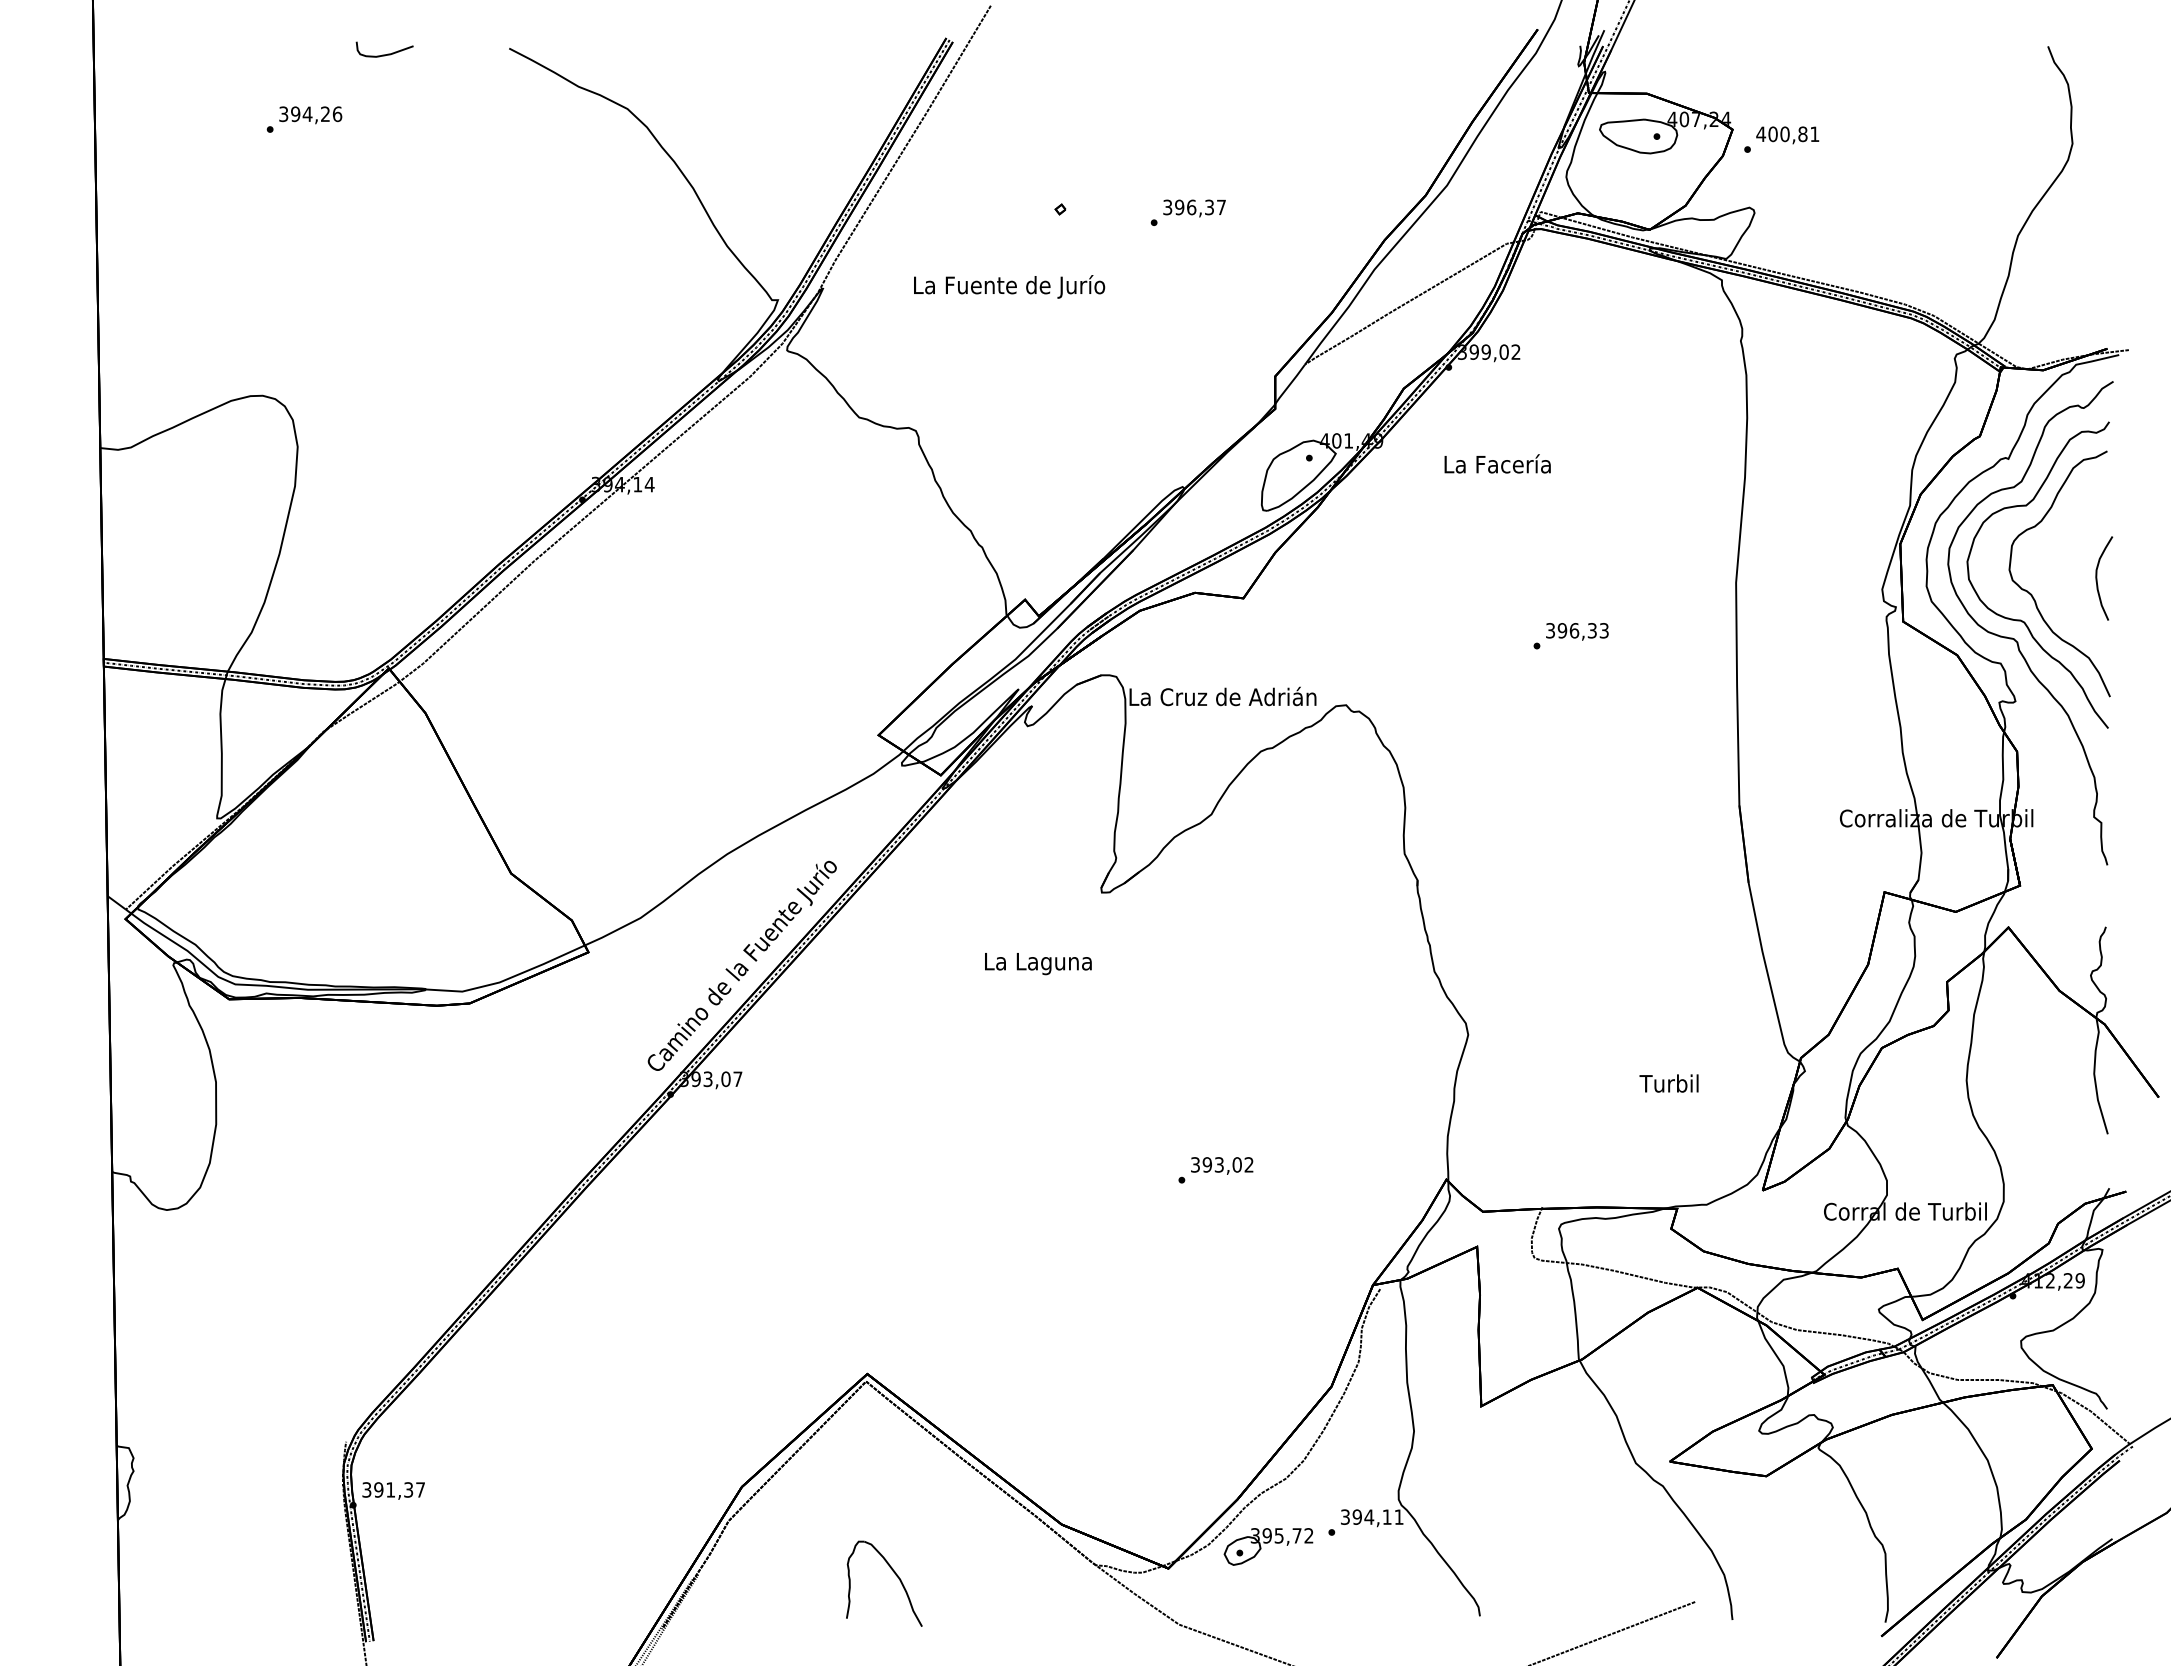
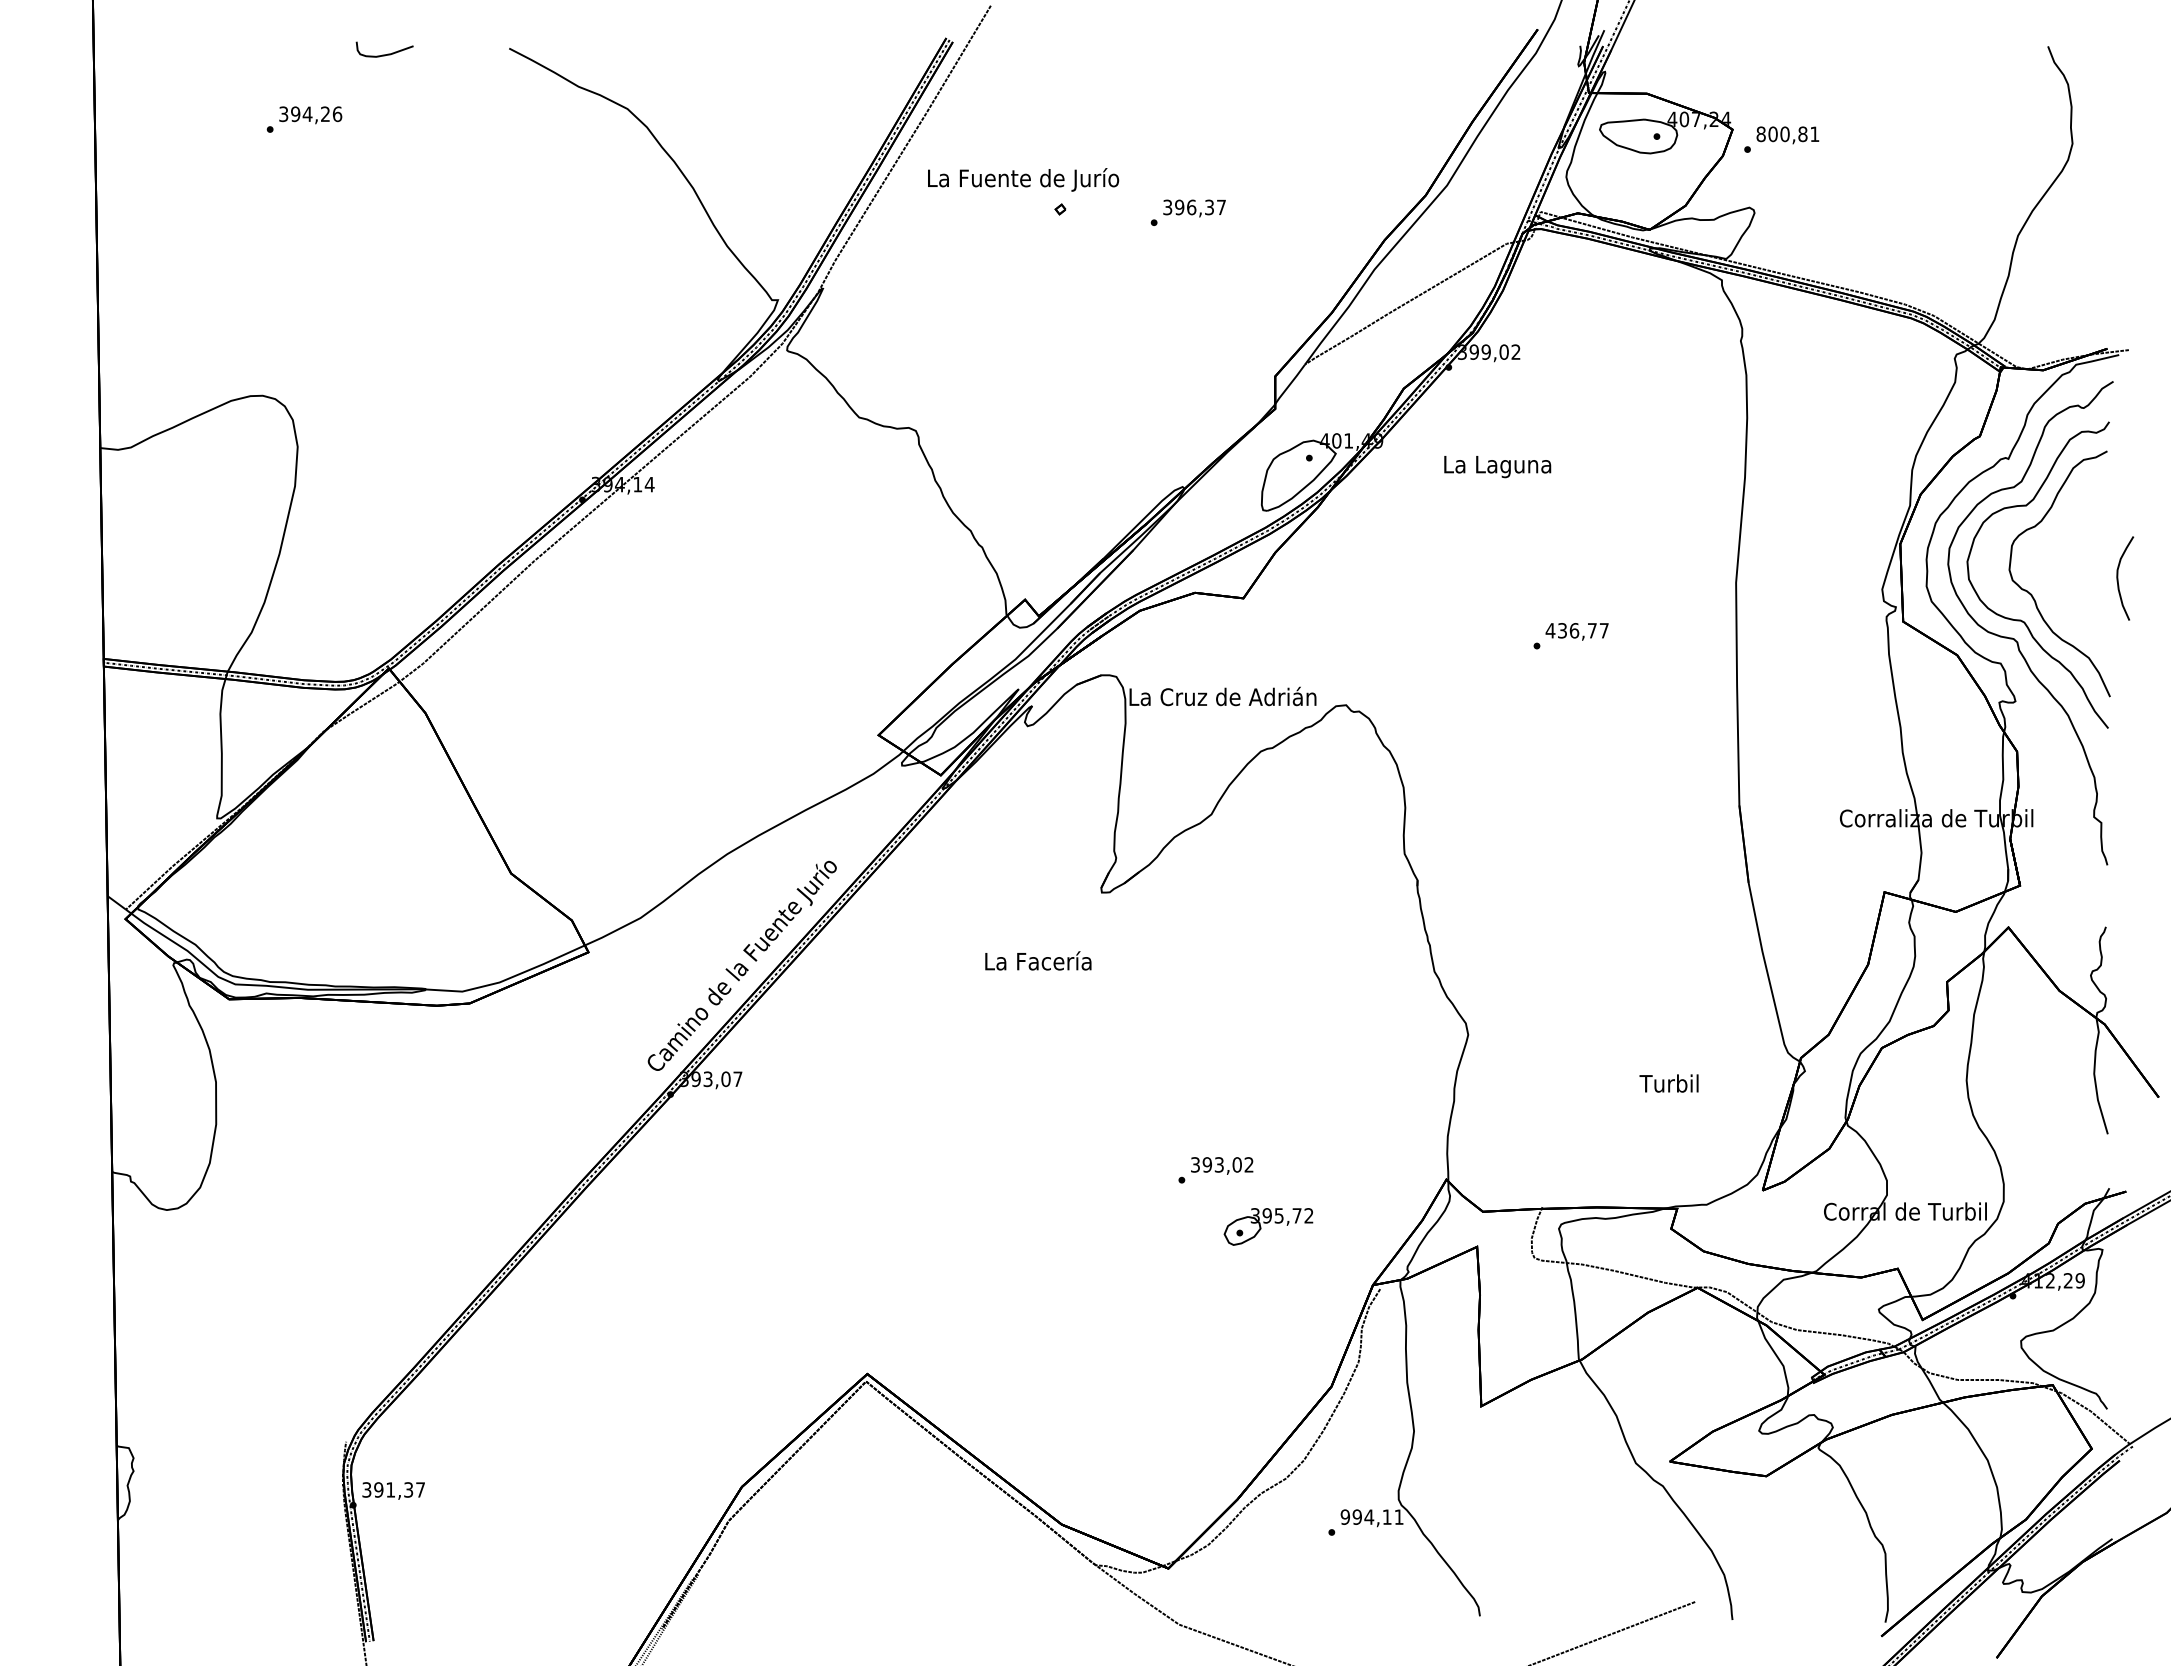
text at (1761, 134): 400,81 -> 800,81
text at (1009, 286) position: (1009, 286) -> (1023, 179)
text at (1497, 466): La Facería -> La Laguna
curve at (2097, 578) position: (2097, 578) -> (2118, 578)
text at (1576, 630): 396,33 -> 436,77
text at (1038, 963): La Laguna -> La Facería
text at (1344, 1516): 394,11 -> 994,11
part at (1268, 1546) position: (1268, 1546) -> (1268, 1226)
part at (895, 1575): present -> none
